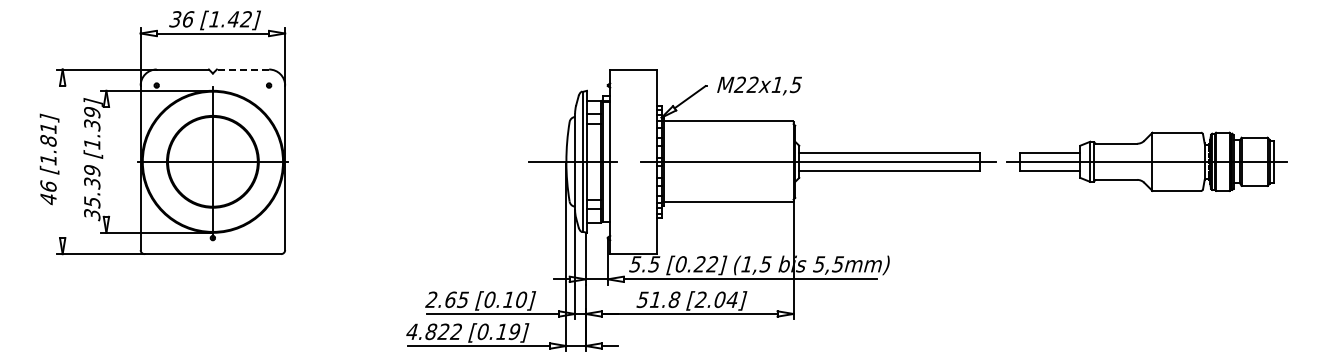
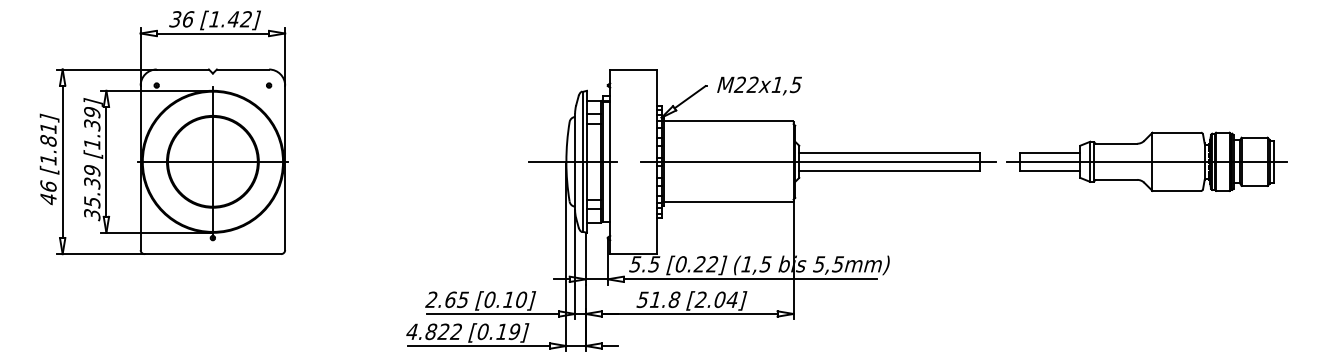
line at (242, 69): dashed -> solid
line at (62, 161): none -> present
line at (106, 161): none -> present
